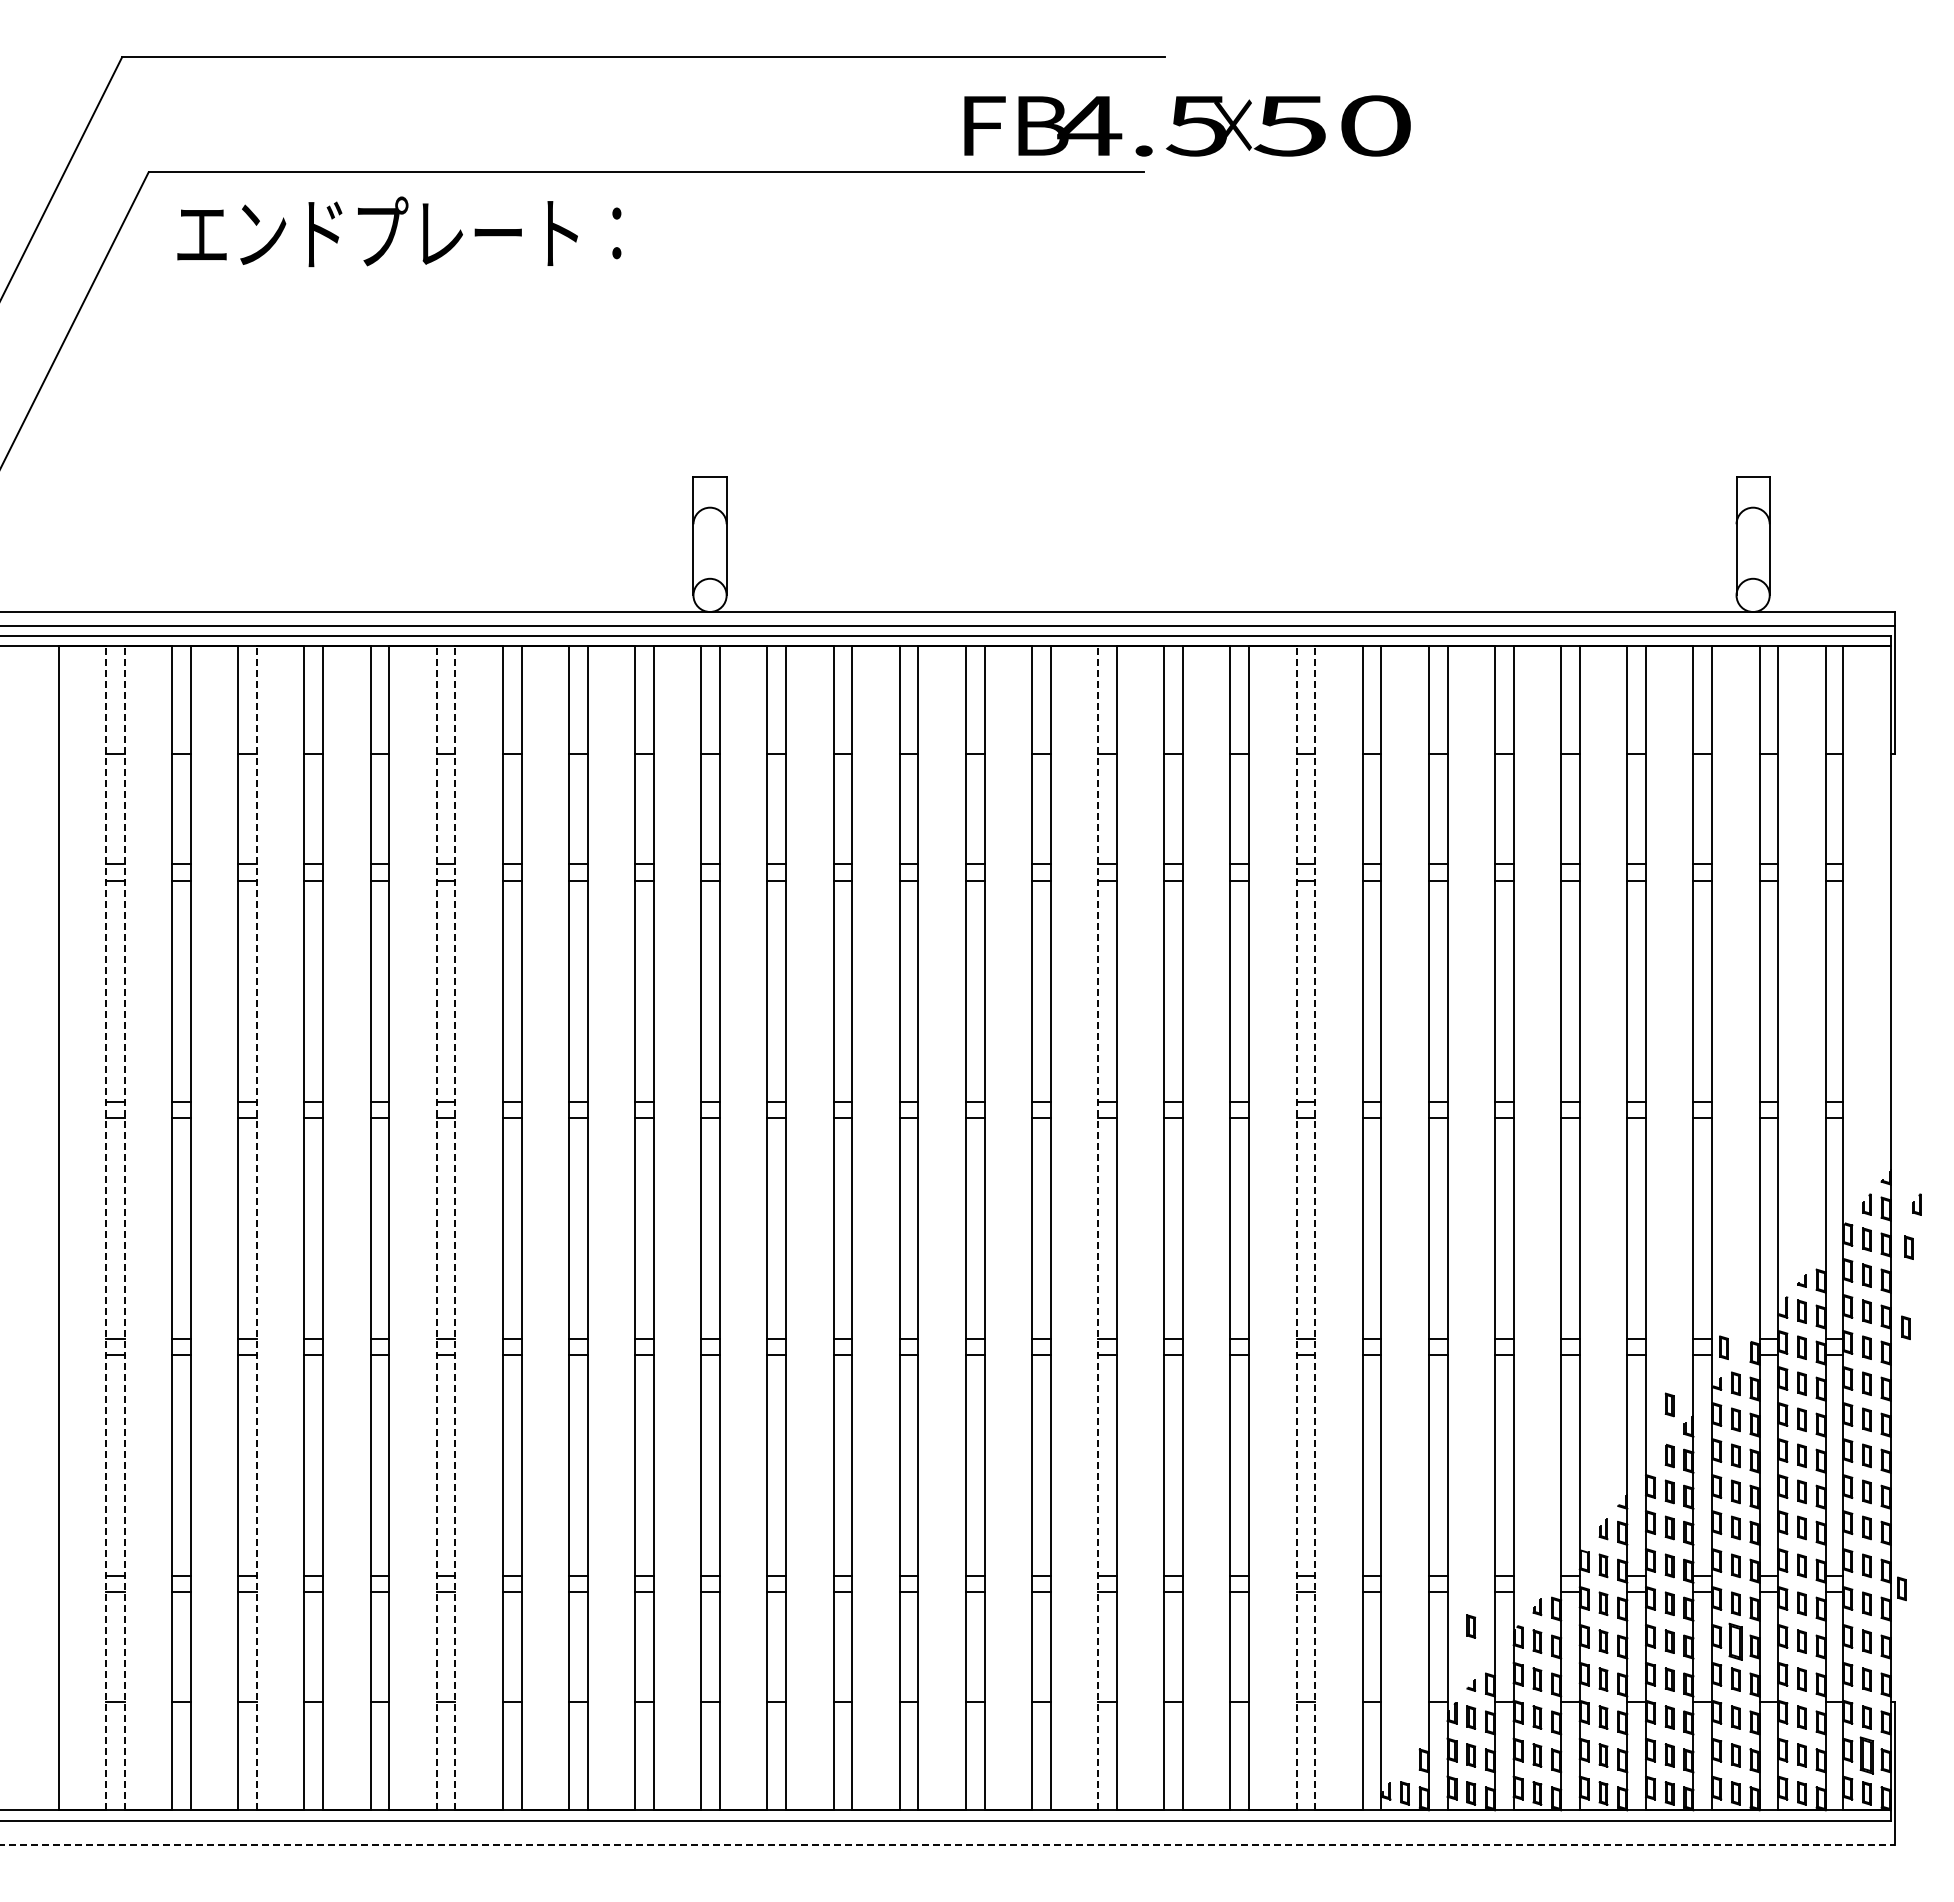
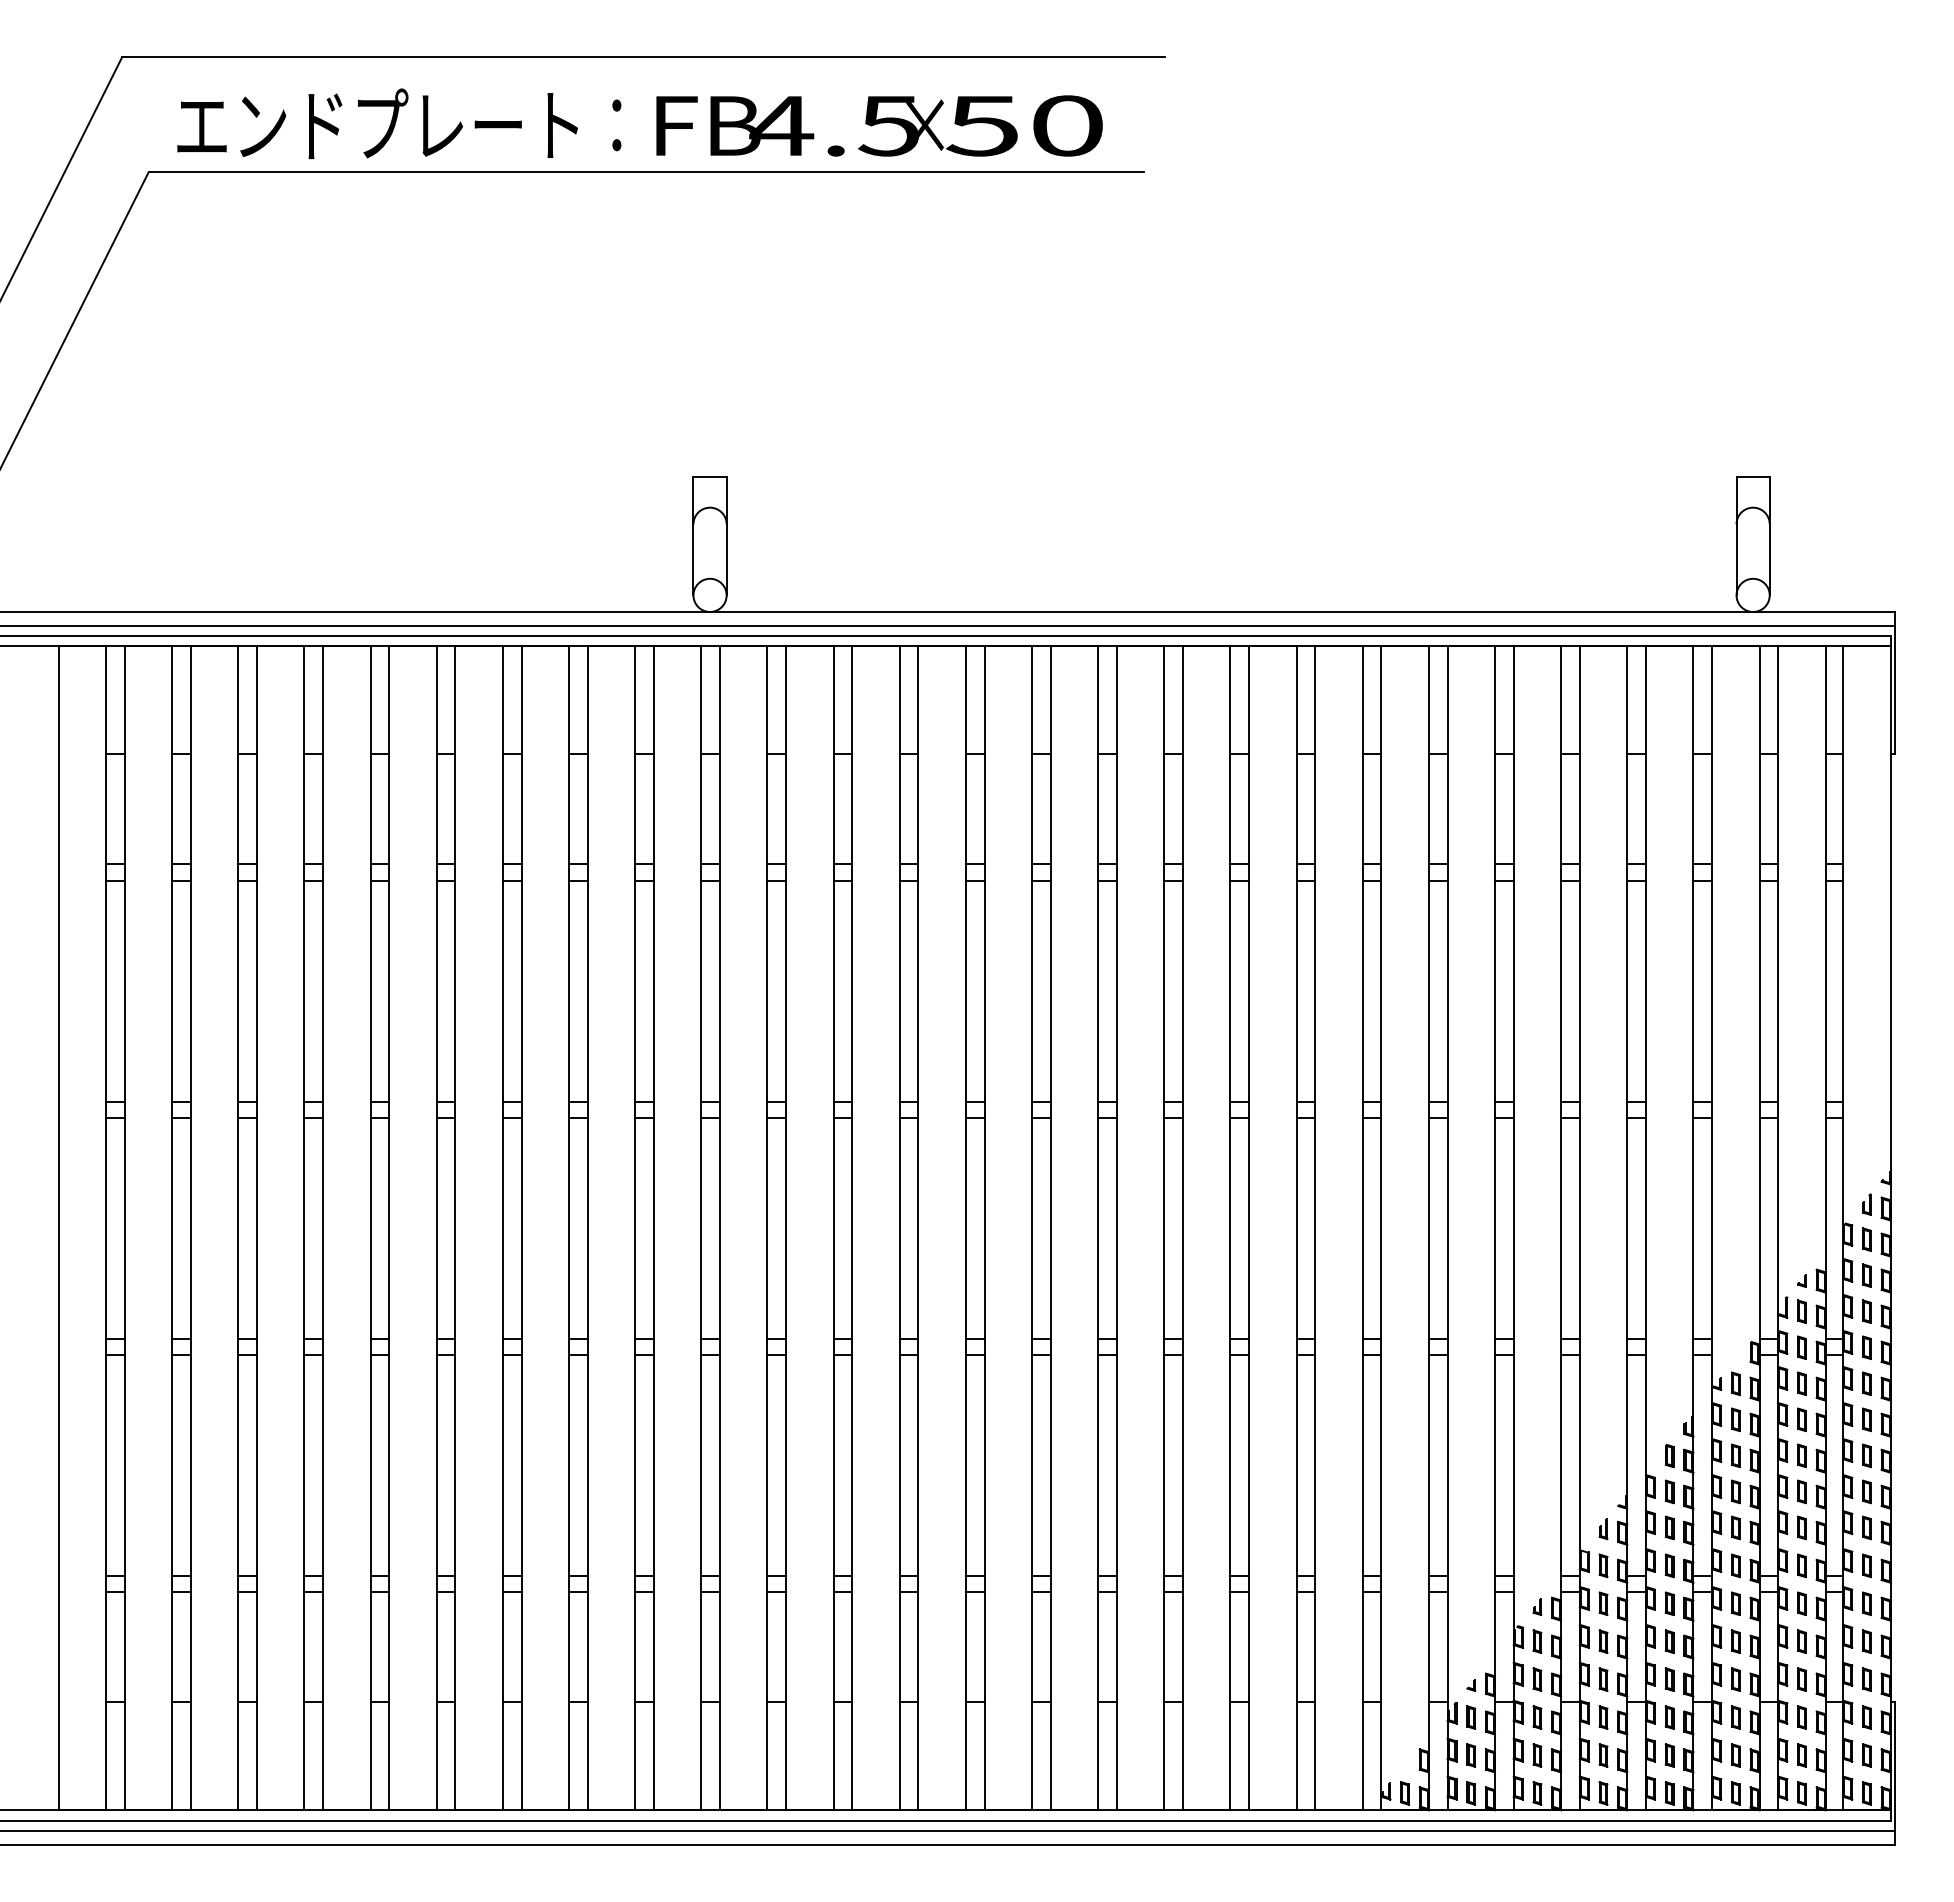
text at (1187, 125) position: (1187, 125) -> (879, 125)
text at (399, 231) position: (399, 231) -> (399, 123)
part at (1916, 1204): present -> none
line at (106, 1228): dashed -> solid
line at (124, 1228): dashed -> solid
line at (257, 1228): dashed -> solid
line at (436, 1228): dashed -> solid
line at (455, 1228): dashed -> solid
line at (1098, 1228): dashed -> solid
line at (1296, 1228): dashed -> solid
line at (1315, 1228): dashed -> solid
part at (1908, 1247): present -> none
part at (1905, 1327): present -> none
part at (1723, 1347): present -> none
part at (1669, 1404): present -> none
part at (1901, 1588): present -> none
part at (1471, 1626): present -> none
part at (1735, 1641) size: 15x39 px -> 10x25 px
part at (1866, 1755) size: 15x39 px -> 10x25 px
line at (948, 1830): none -> present
line at (948, 1844): dashed -> solid
